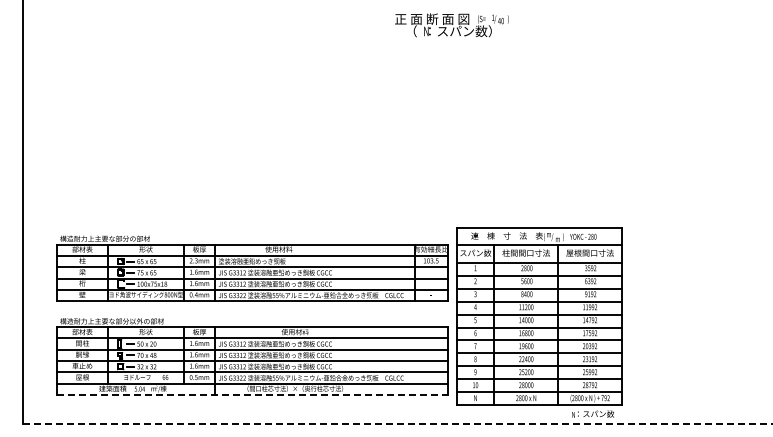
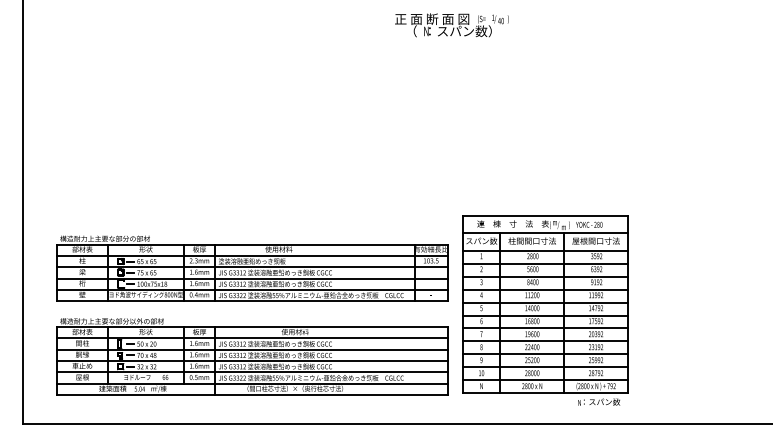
part at (539, 322) position: (539, 322) -> (545, 310)
line at (252, 395): dashed -> solid
line at (398, 423): dashed -> solid
